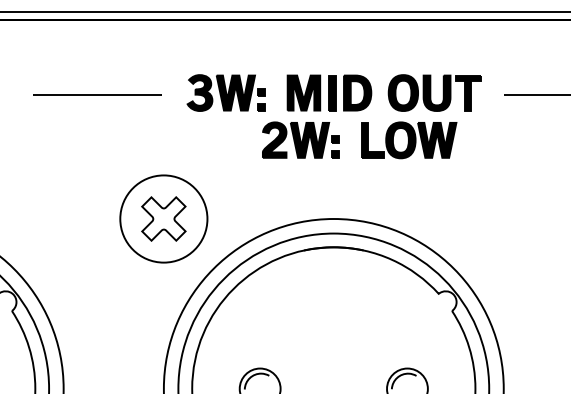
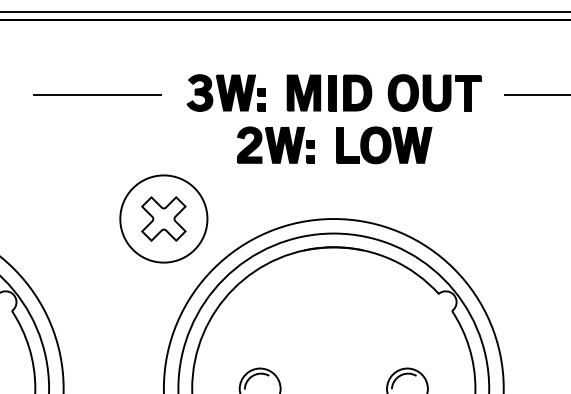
part at (359, 140) position: (359, 140) -> (334, 145)
